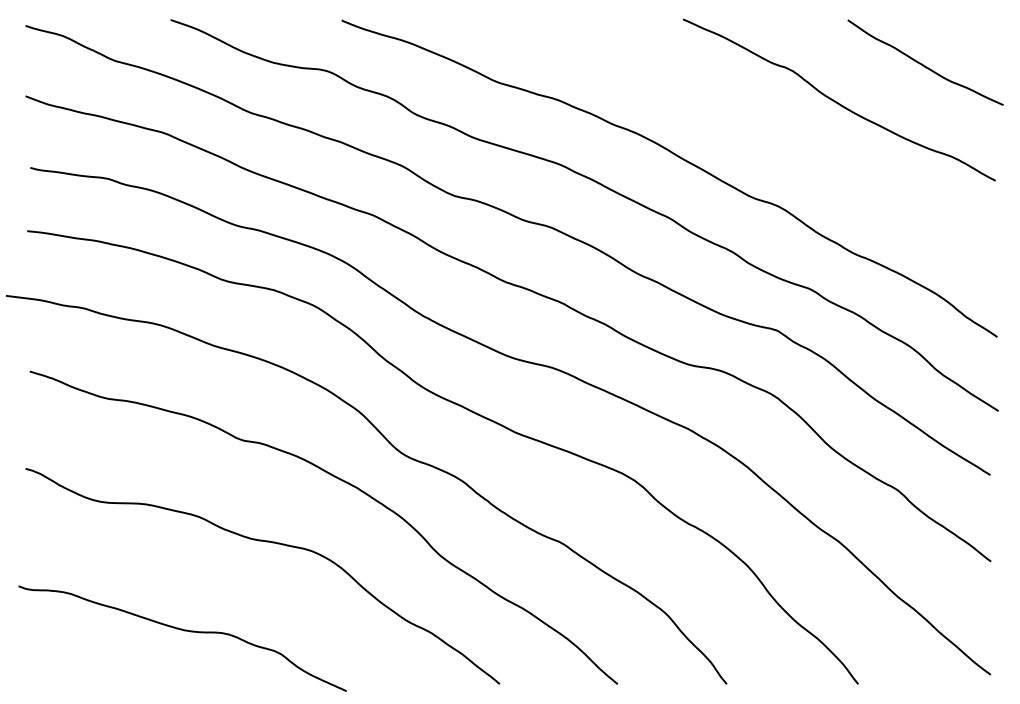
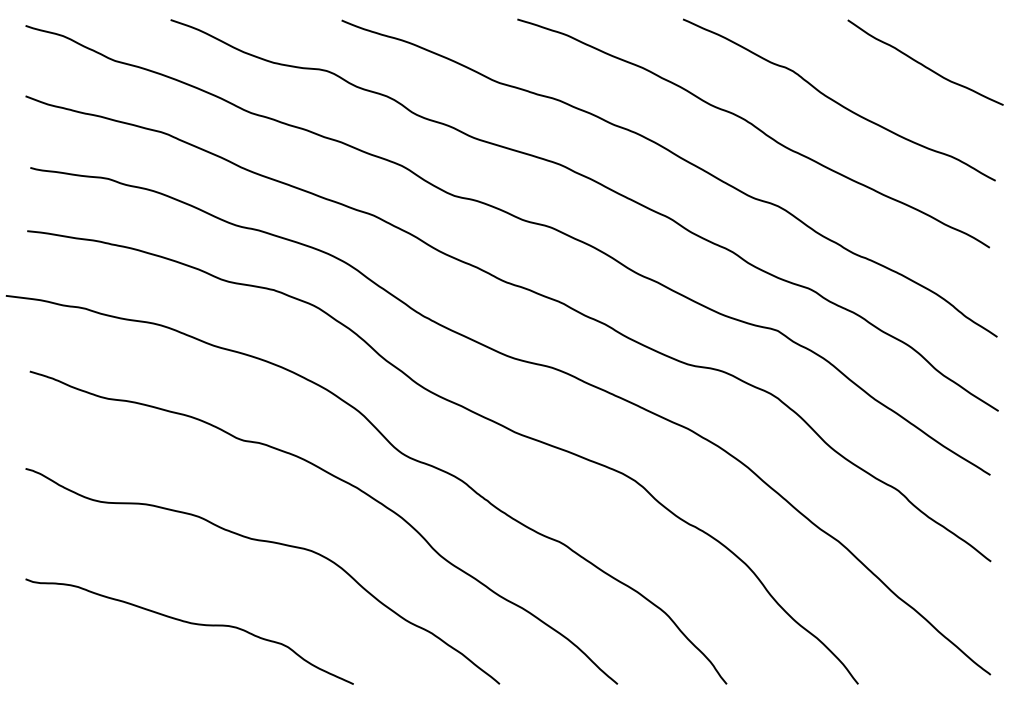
curve at (755, 128): none -> present
curve at (184, 631) position: (184, 631) -> (191, 624)
